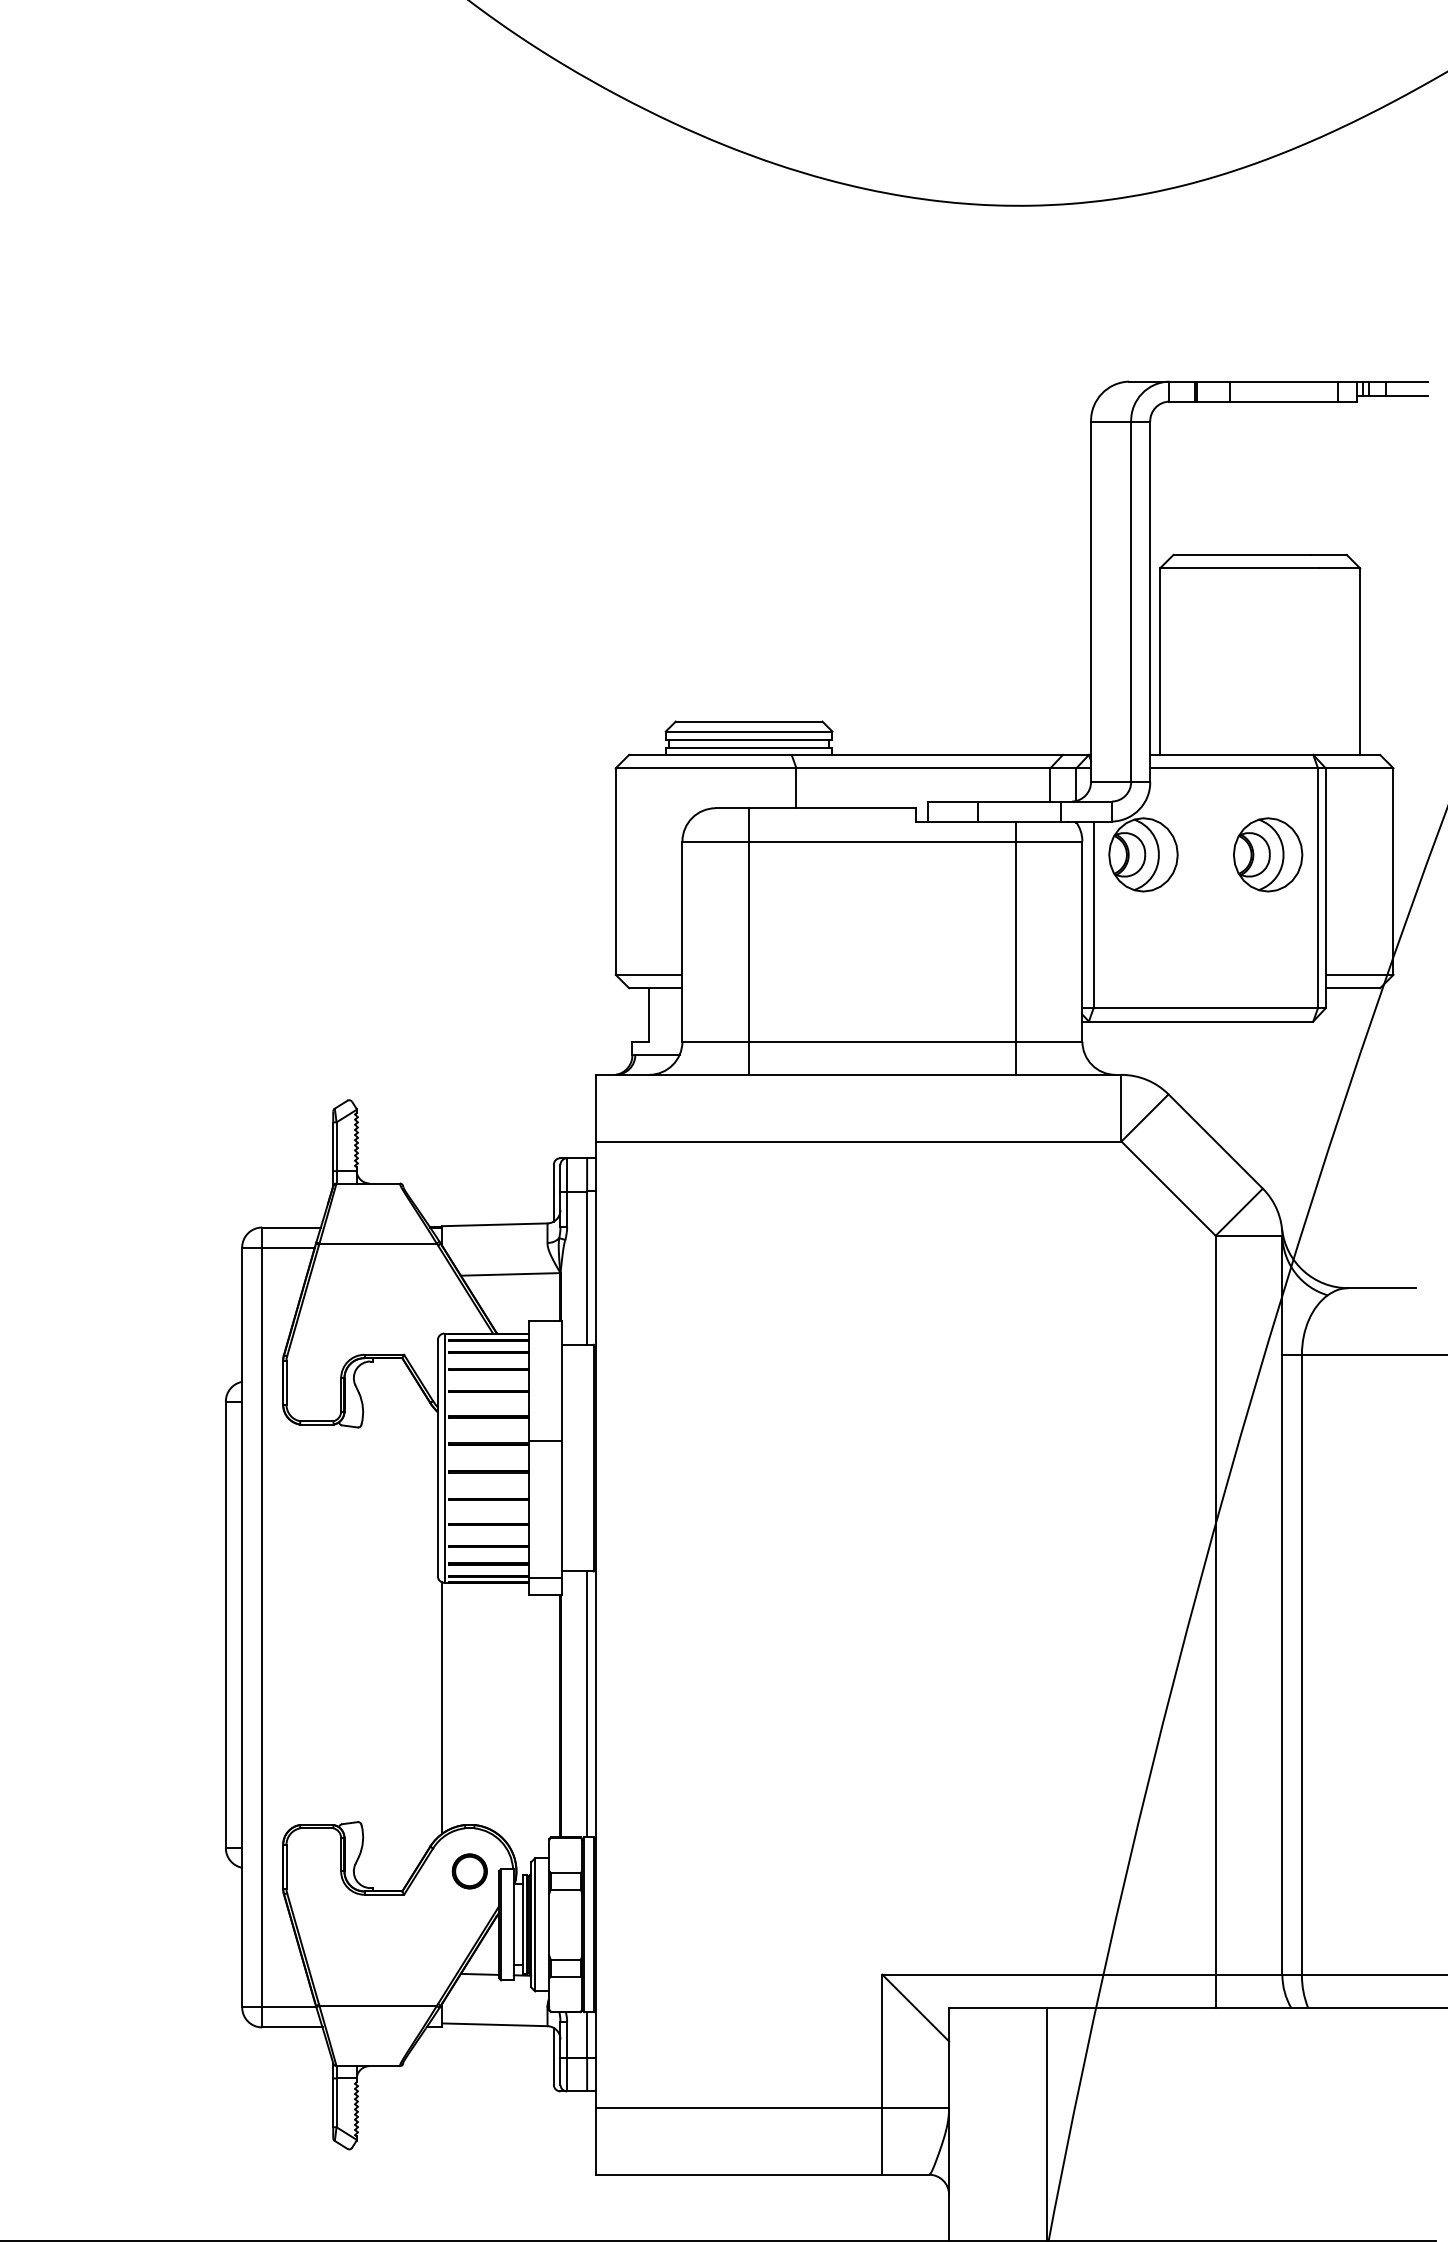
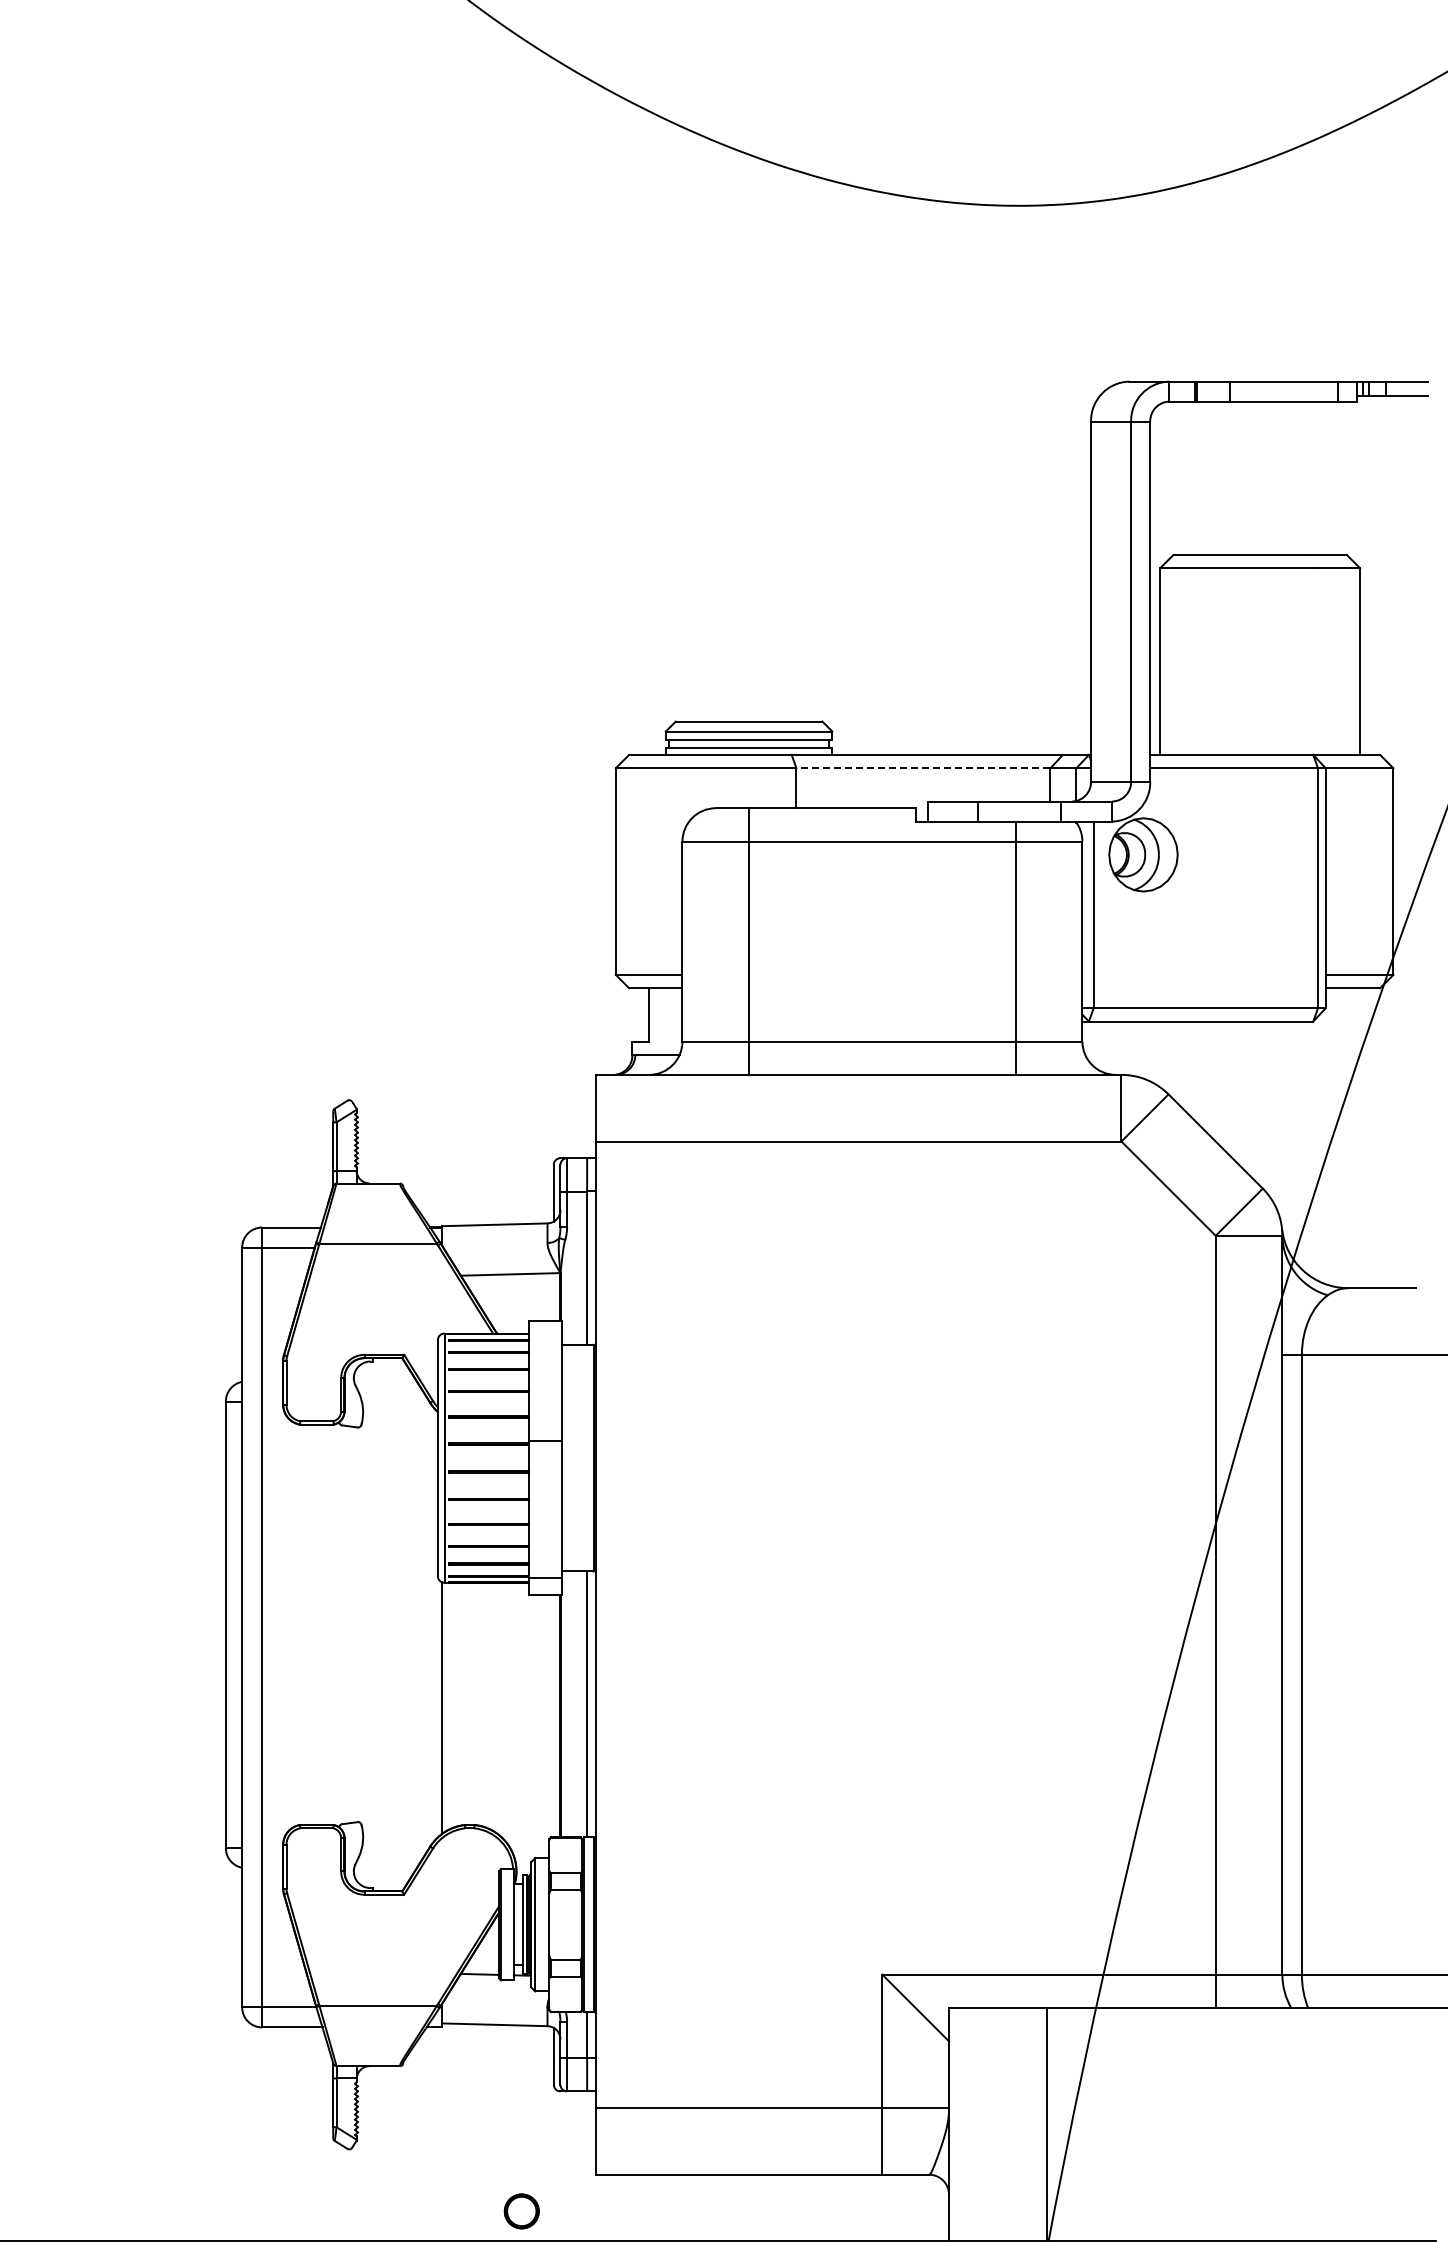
line at (922, 768): solid -> dashed
part at (1268, 854): present -> none
part at (469, 1871) position: (469, 1871) -> (521, 2211)
